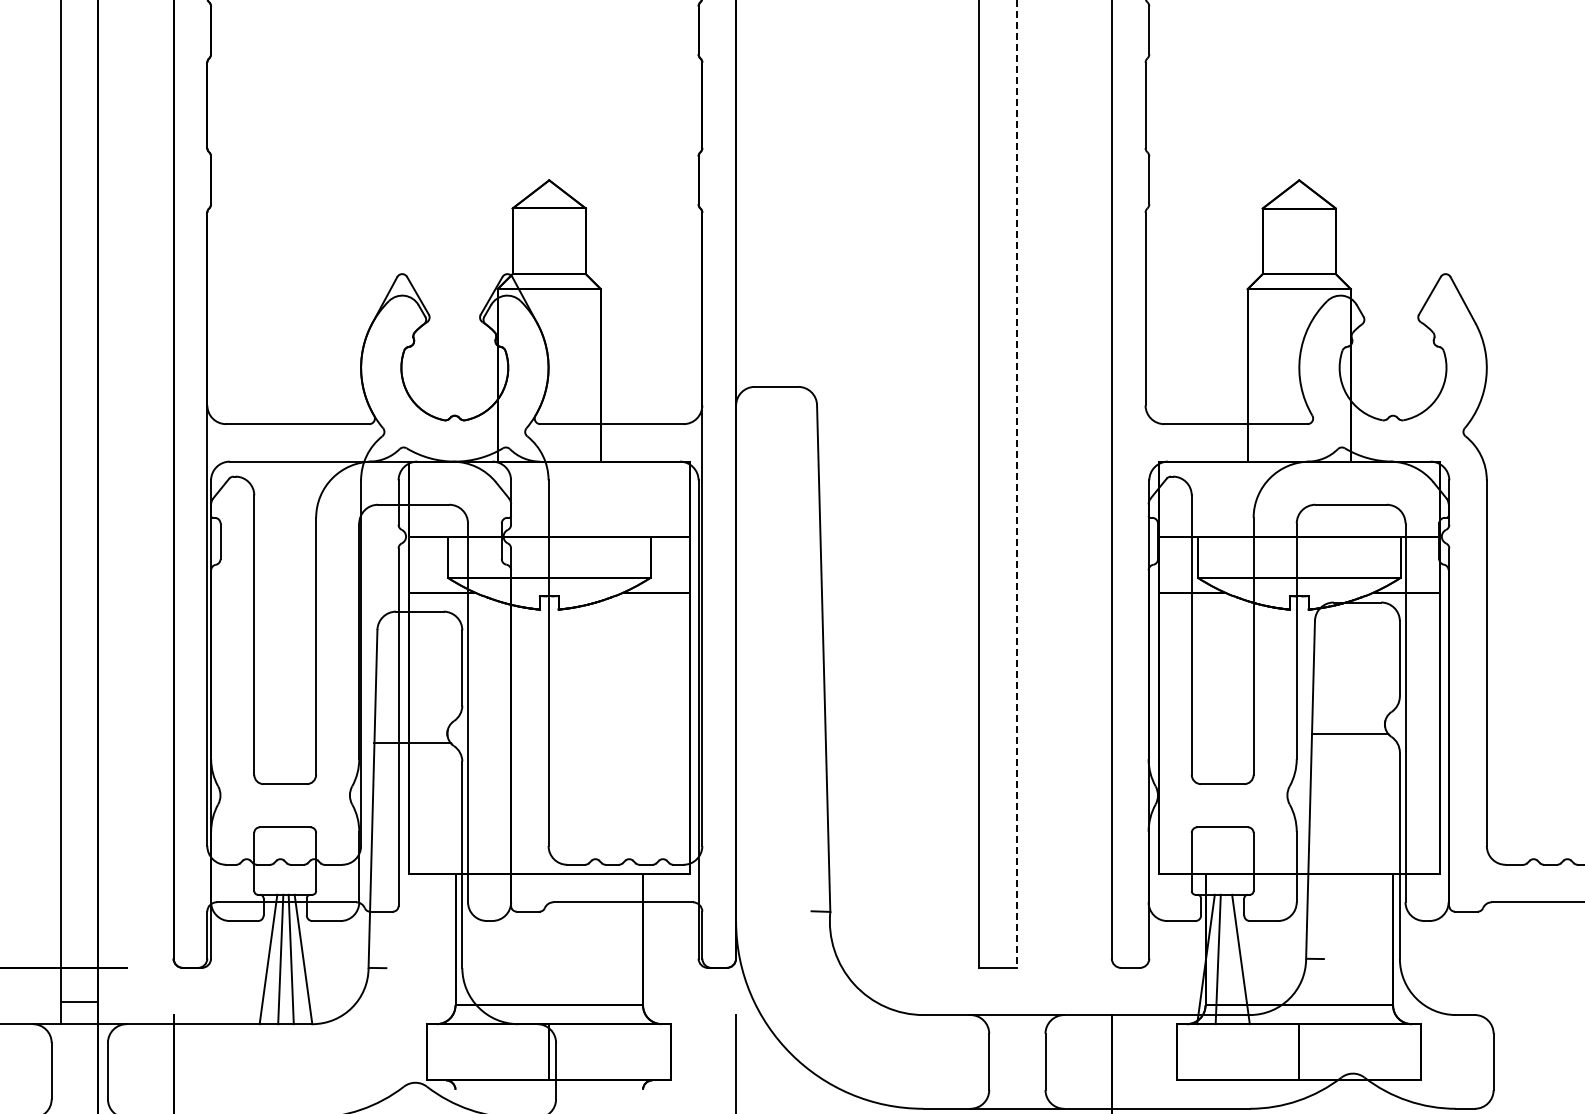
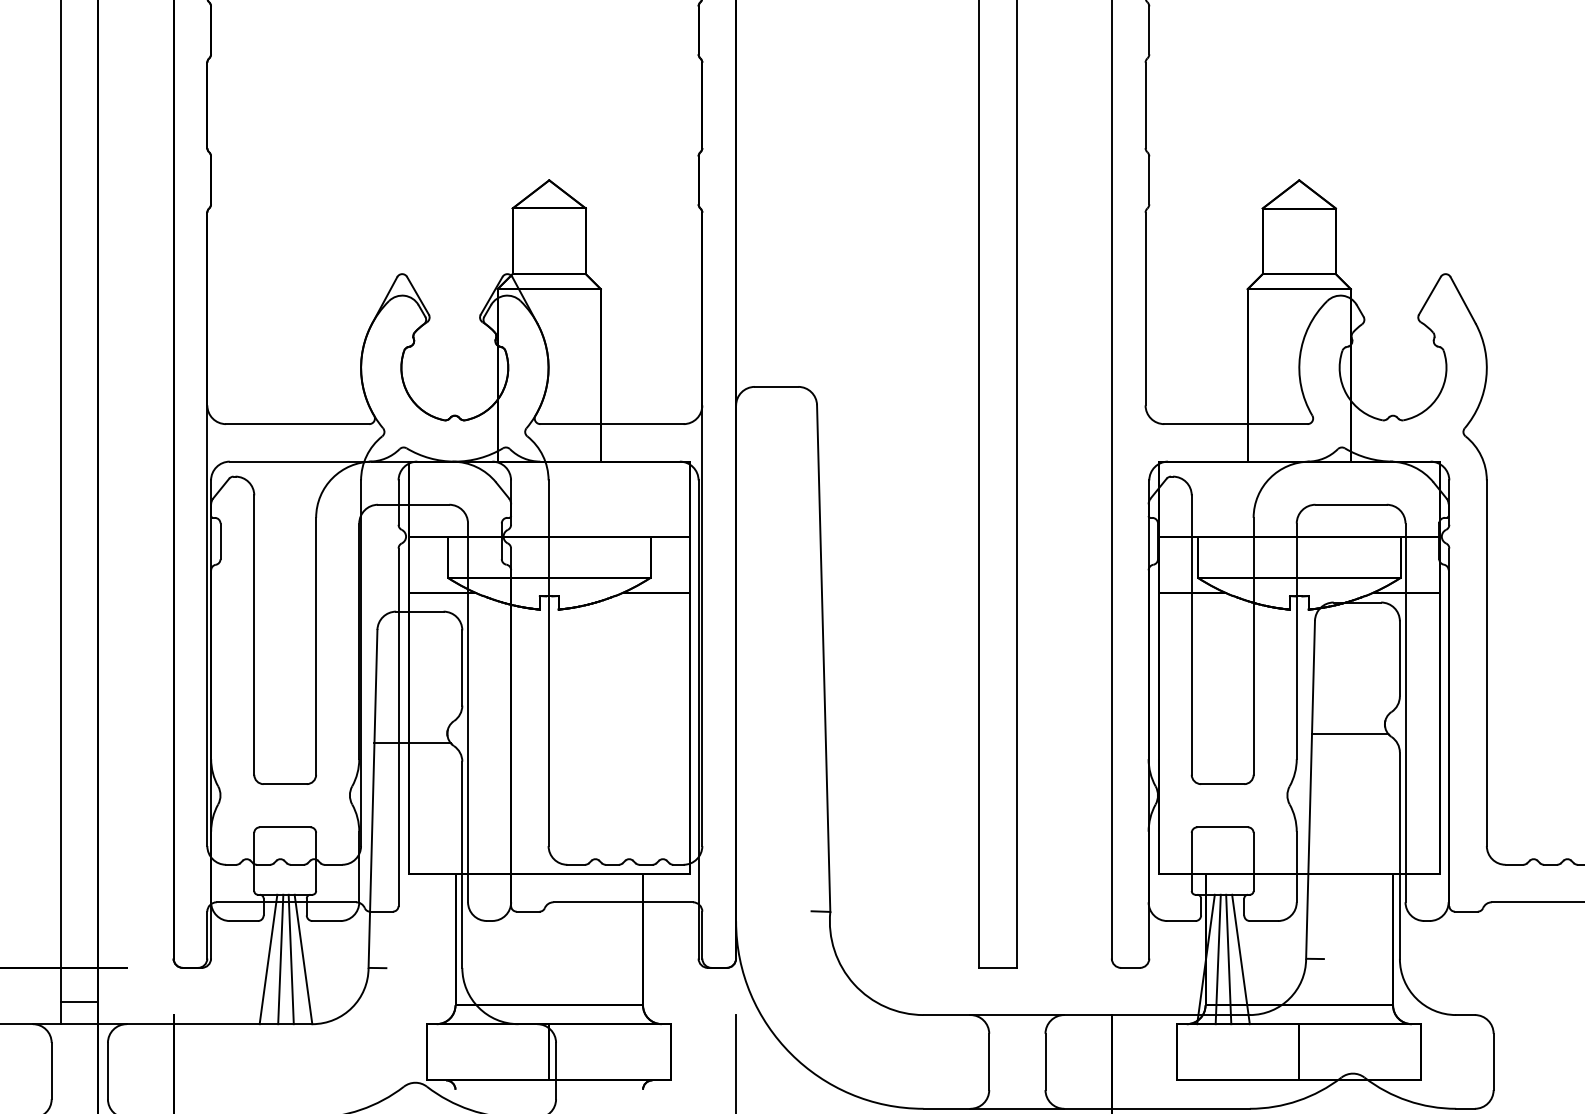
line at (1016, 484): dashed -> solid
line at (1228, 959): none -> present
